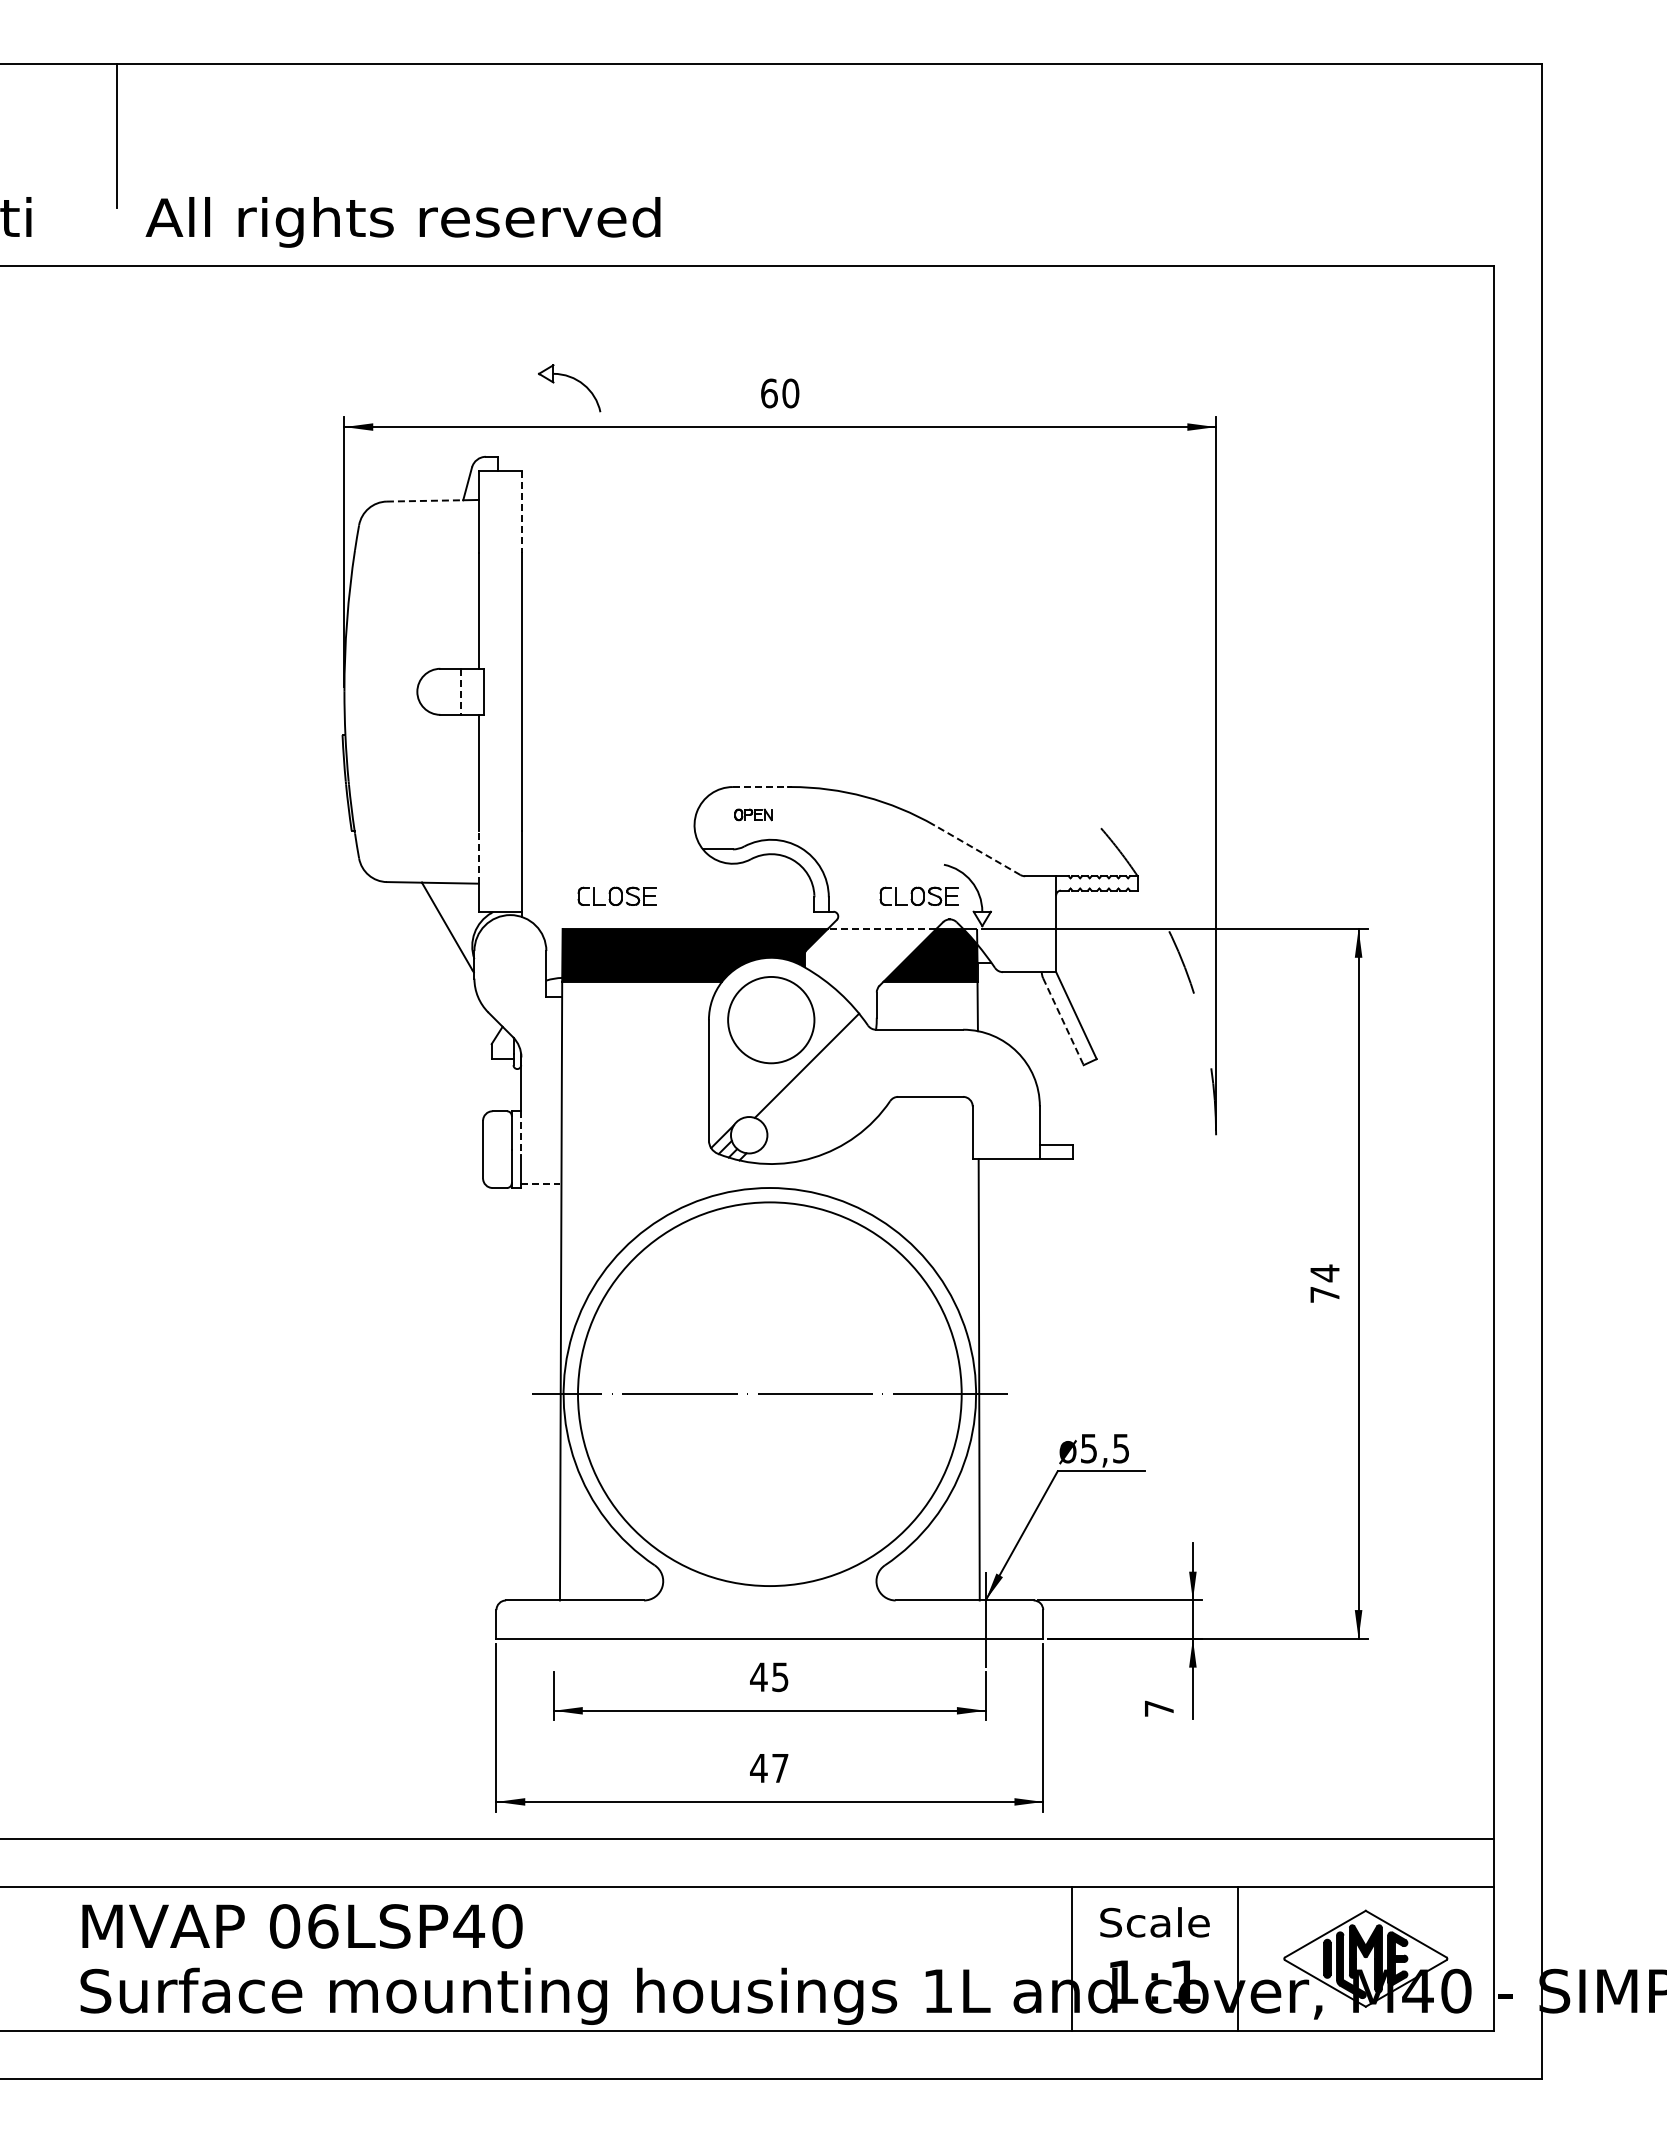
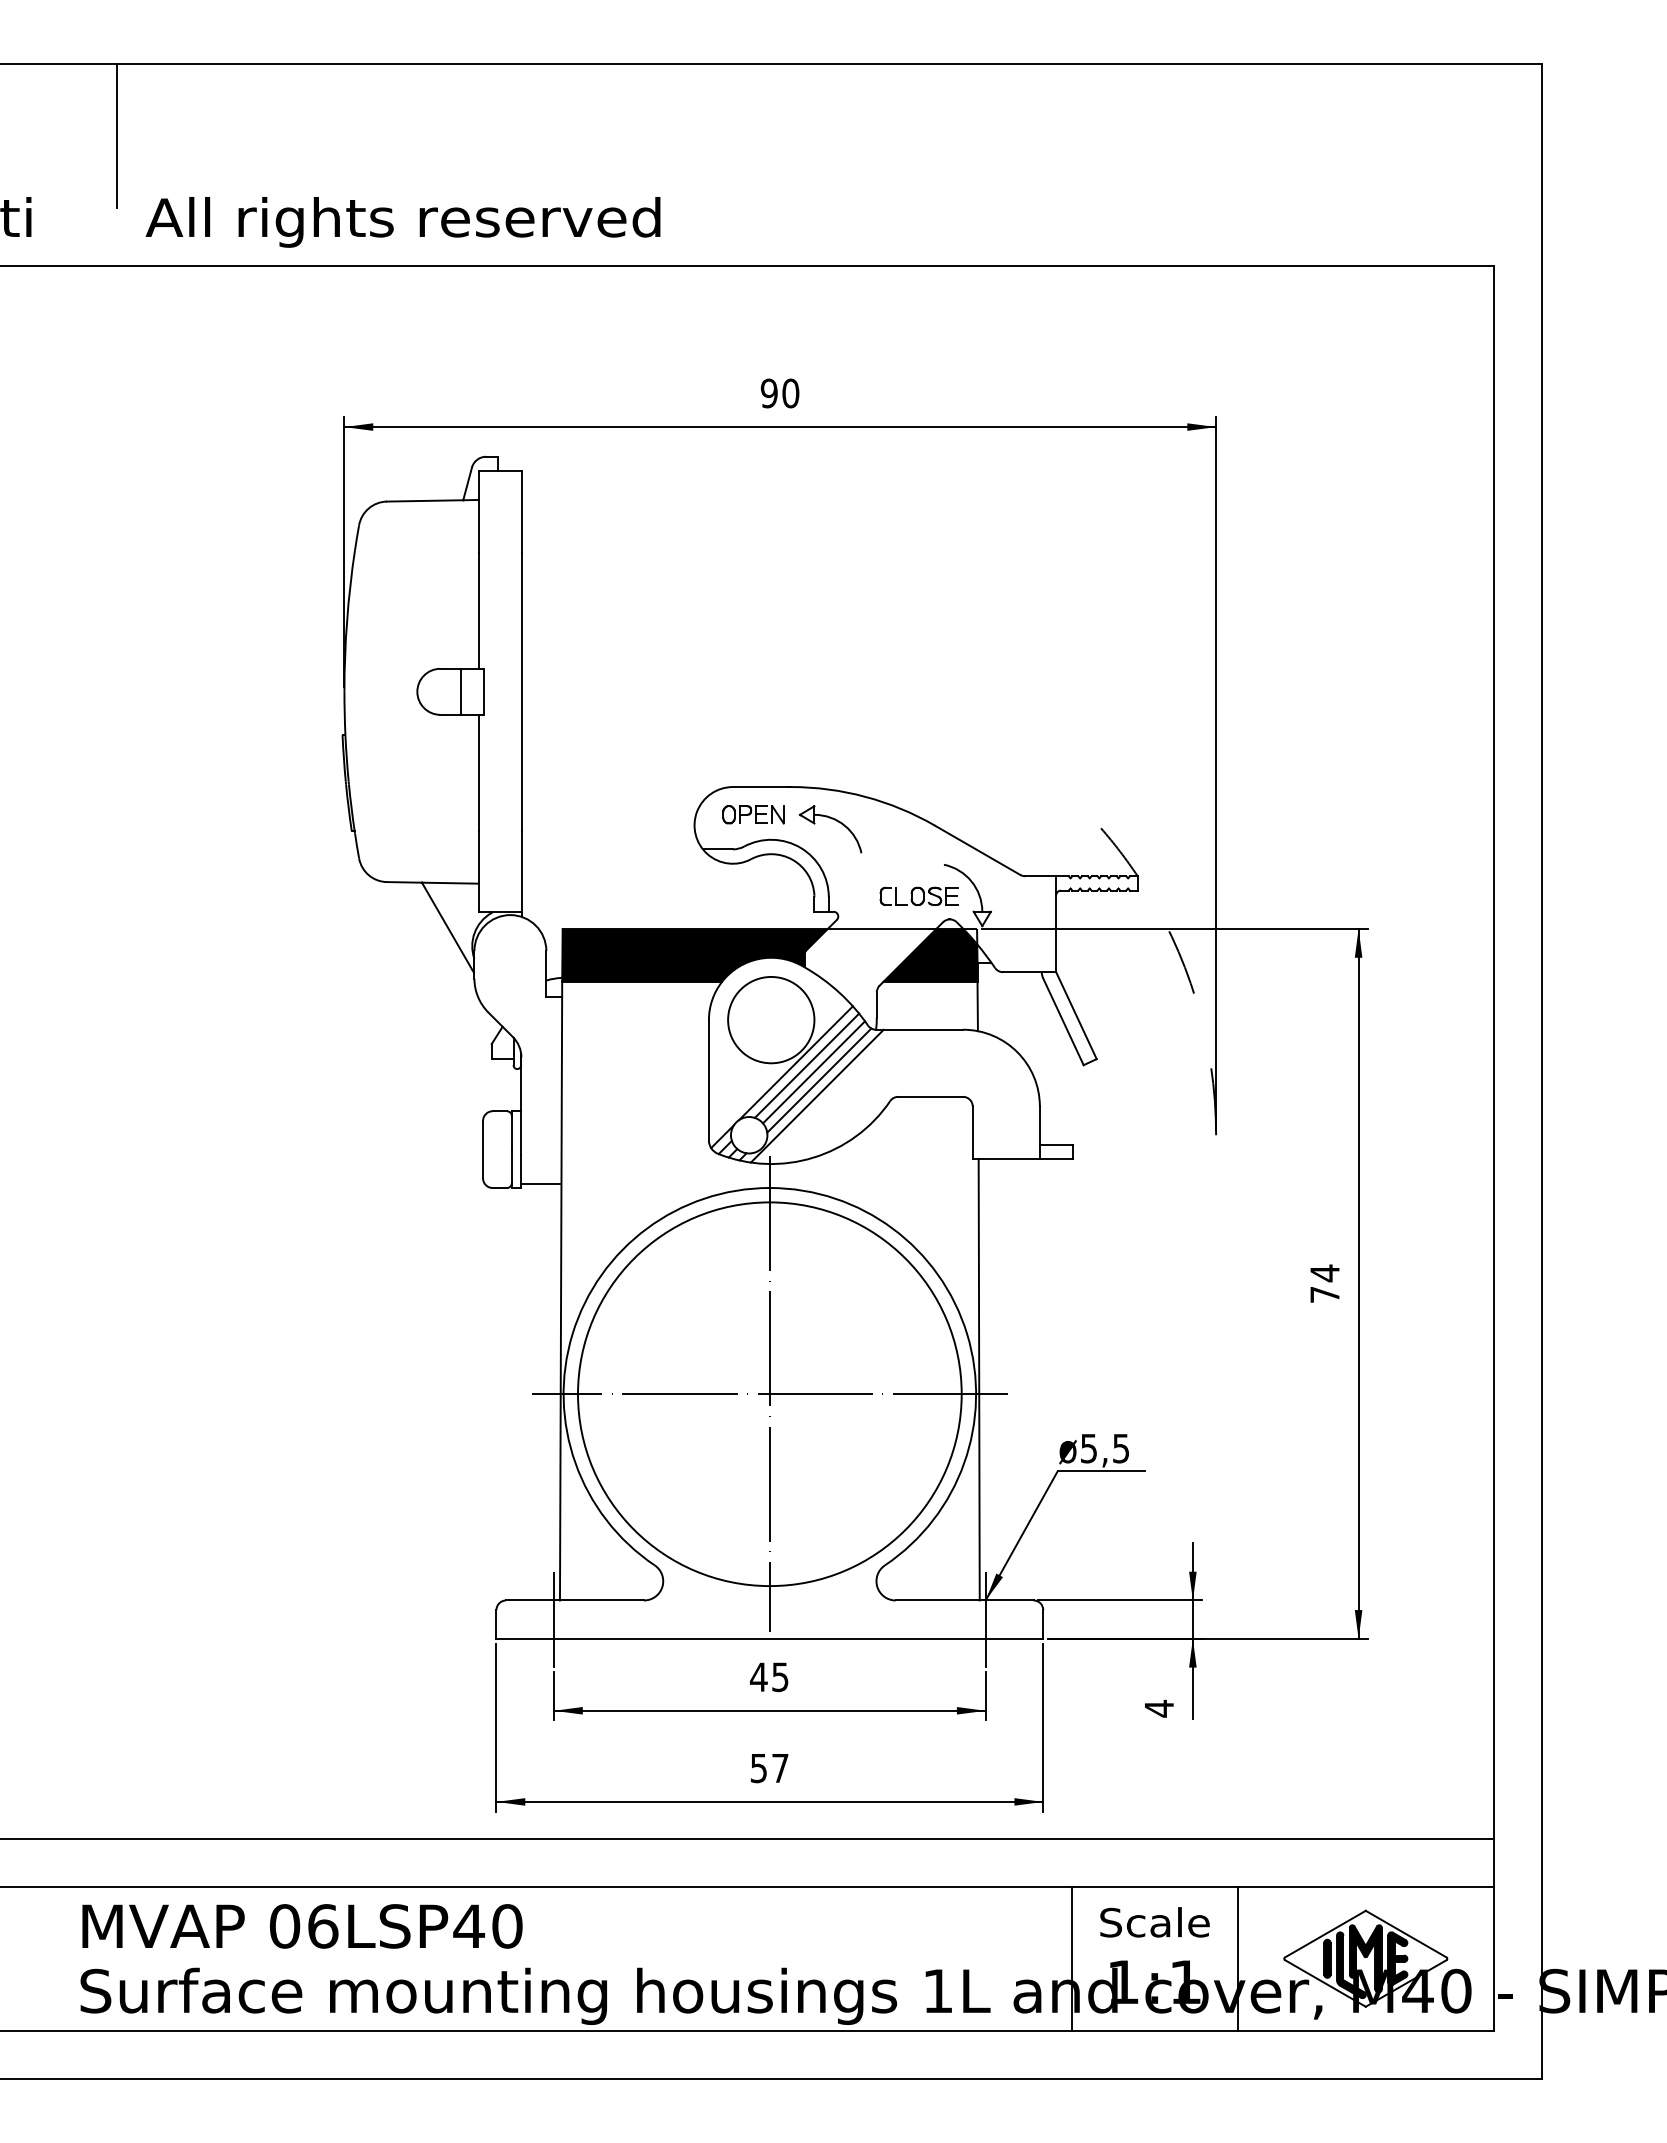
part at (573, 379) position: (573, 379) -> (834, 820)
text at (768, 393): 60 -> 90
line at (425, 500): dashed -> solid
line at (521, 511): dashed -> solid
line at (461, 692): dashed -> solid
line at (762, 787): dashed -> solid
part at (753, 814) size: 39x14 px -> 63x20 px
line at (977, 850): dashed -> solid
line at (478, 856): dashed -> solid
part at (616, 895): present -> none
line at (881, 929): dashed -> solid
line at (1063, 1021): dashed -> solid
line at (795, 1062): none -> present
line at (814, 1072): none -> present
line at (819, 1080): none -> present
line at (816, 1095): none -> present
line at (521, 1133): dashed -> solid
line at (540, 1184): dashed -> solid
line at (769, 1394): none -> present
line at (554, 1619): none -> present
text at (1159, 1708): 7 -> 4
text at (758, 1768): 47 -> 57
